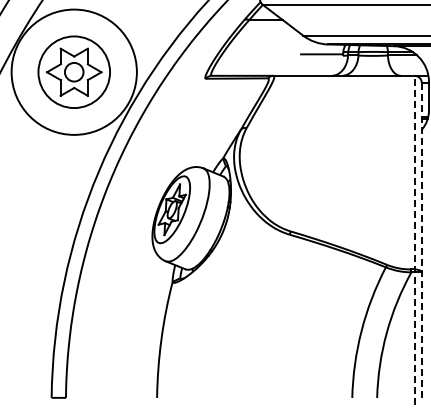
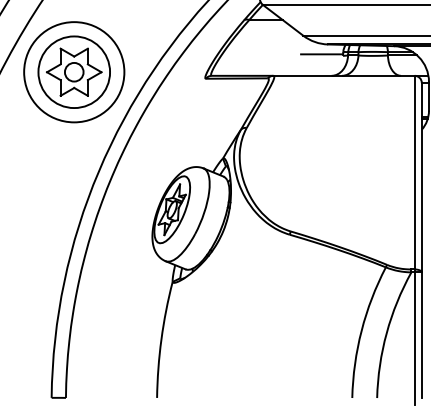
circle at (73, 71) diameter: 125 px -> 100 px
line at (414, 240): dashed -> solid
line at (421, 240): dashed -> solid
